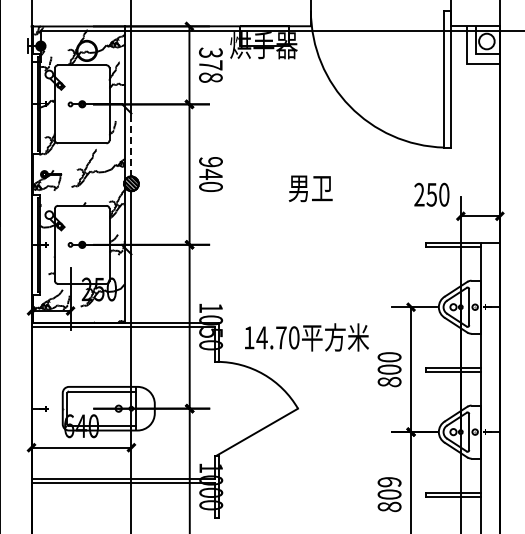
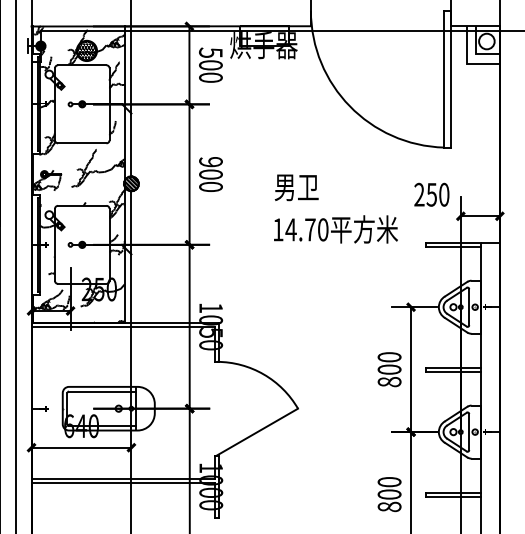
hatch at (86, 50): none -> present
text at (210, 65): 378 -> 500
line at (131, 145): dashed -> solid
text at (210, 174): 940 -> 900
text at (310, 188) position: (310, 188) -> (296, 187)
line at (15, 266): none -> present
text at (306, 337) position: (306, 337) -> (335, 229)
text at (389, 482): 809 -> 800
